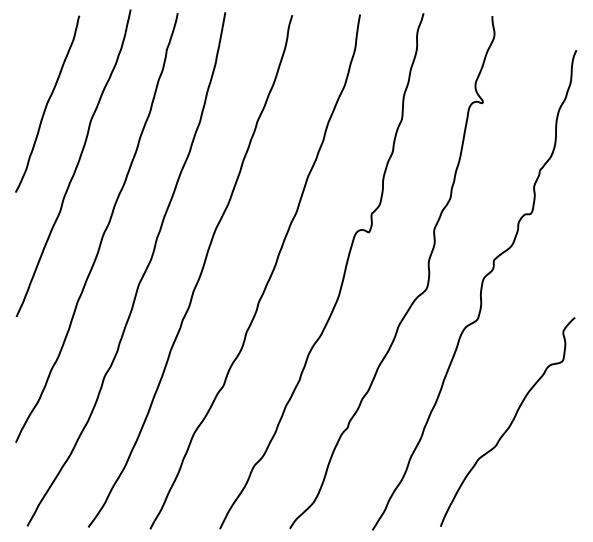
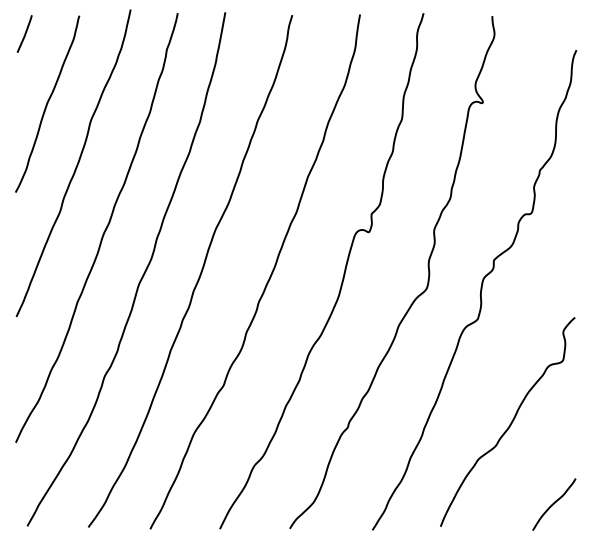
line at (24, 33): none -> present
curve at (554, 504): none -> present
